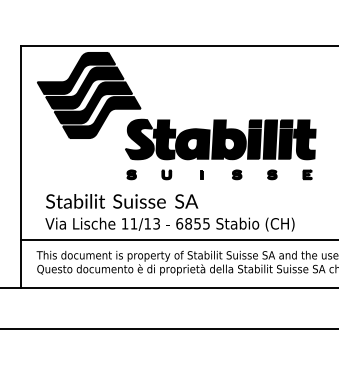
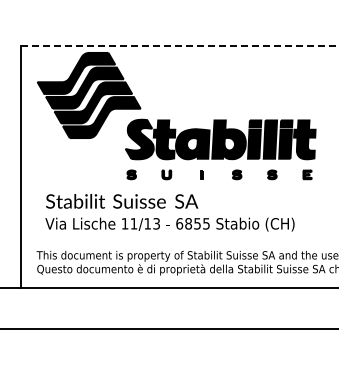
line at (180, 45): solid -> dashed
line at (178, 239): present -> none
